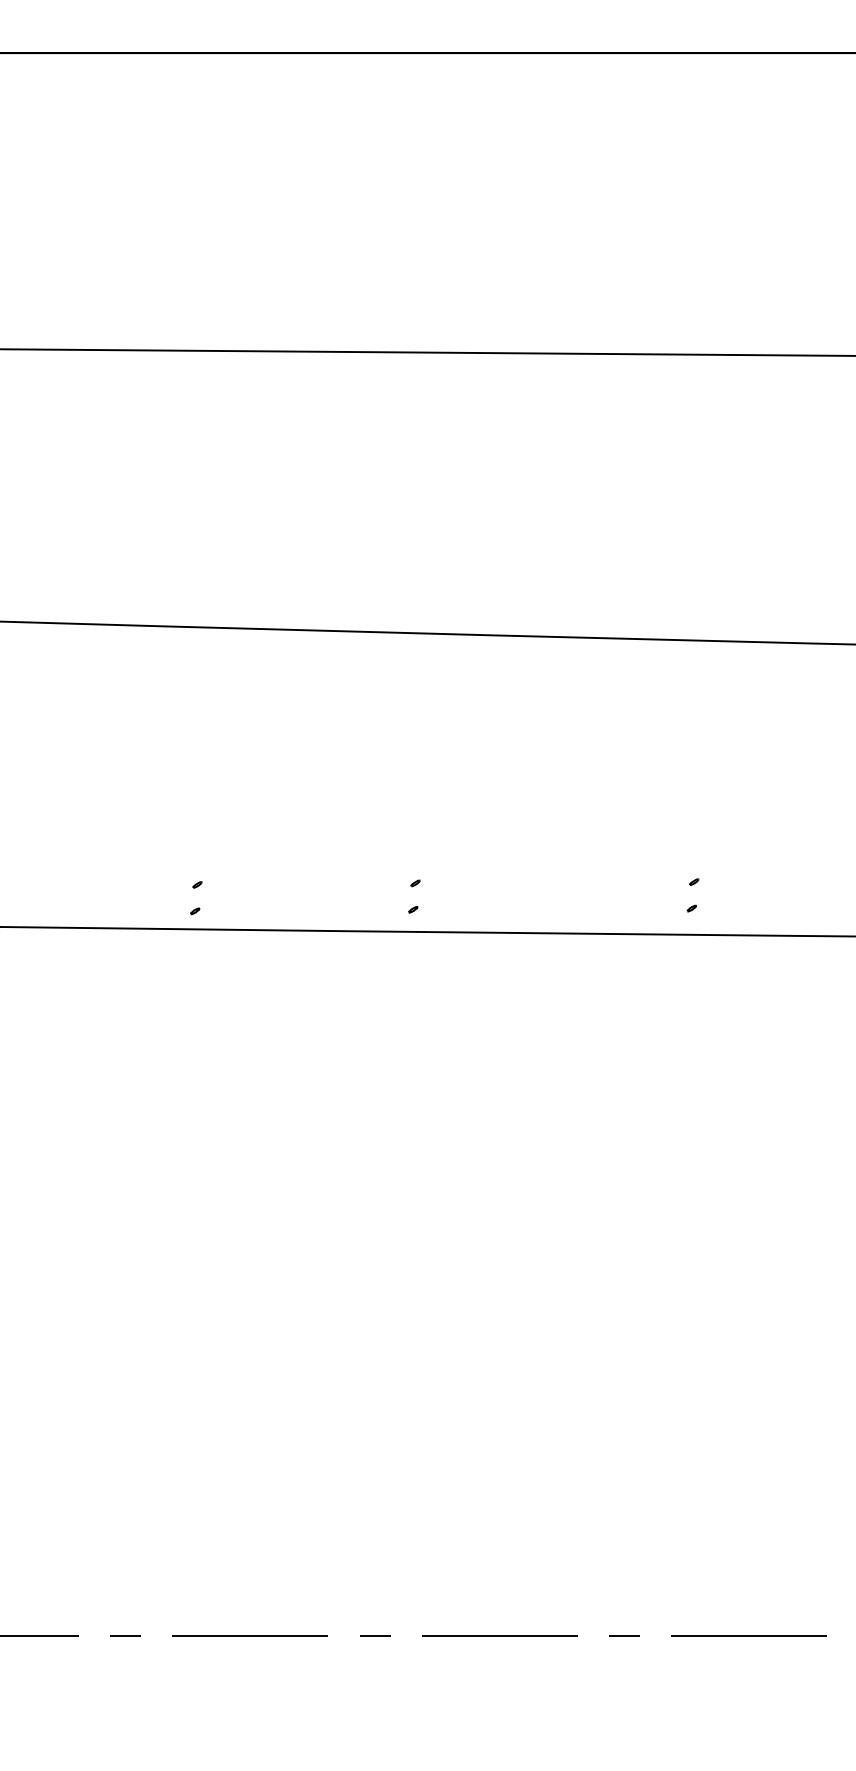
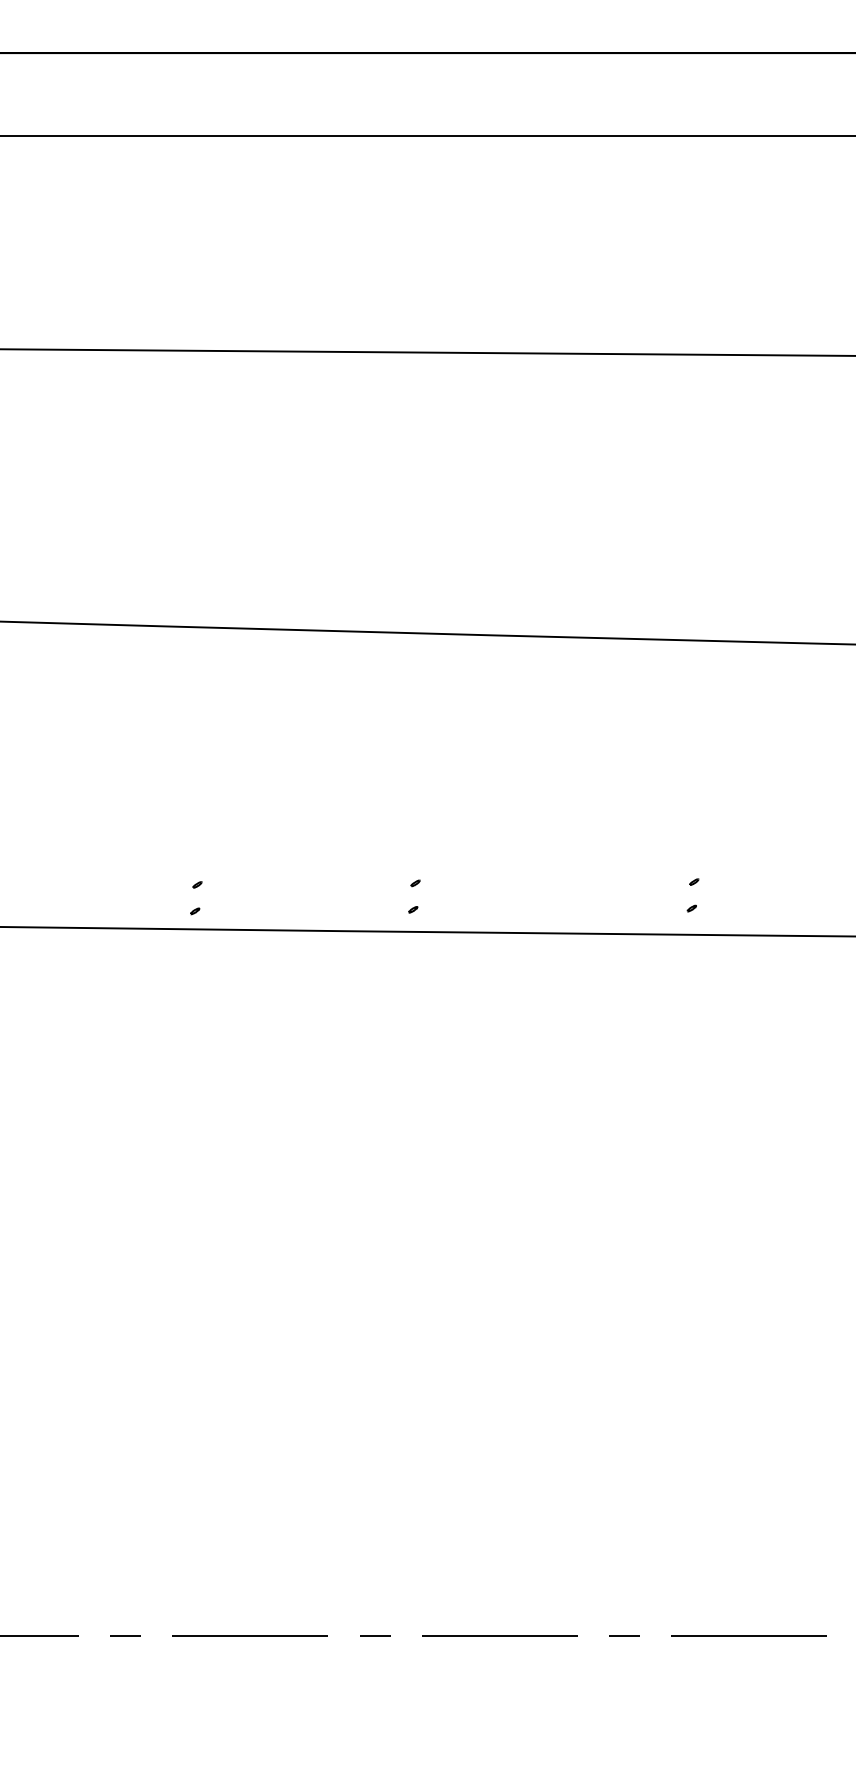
line at (427, 135): none -> present
